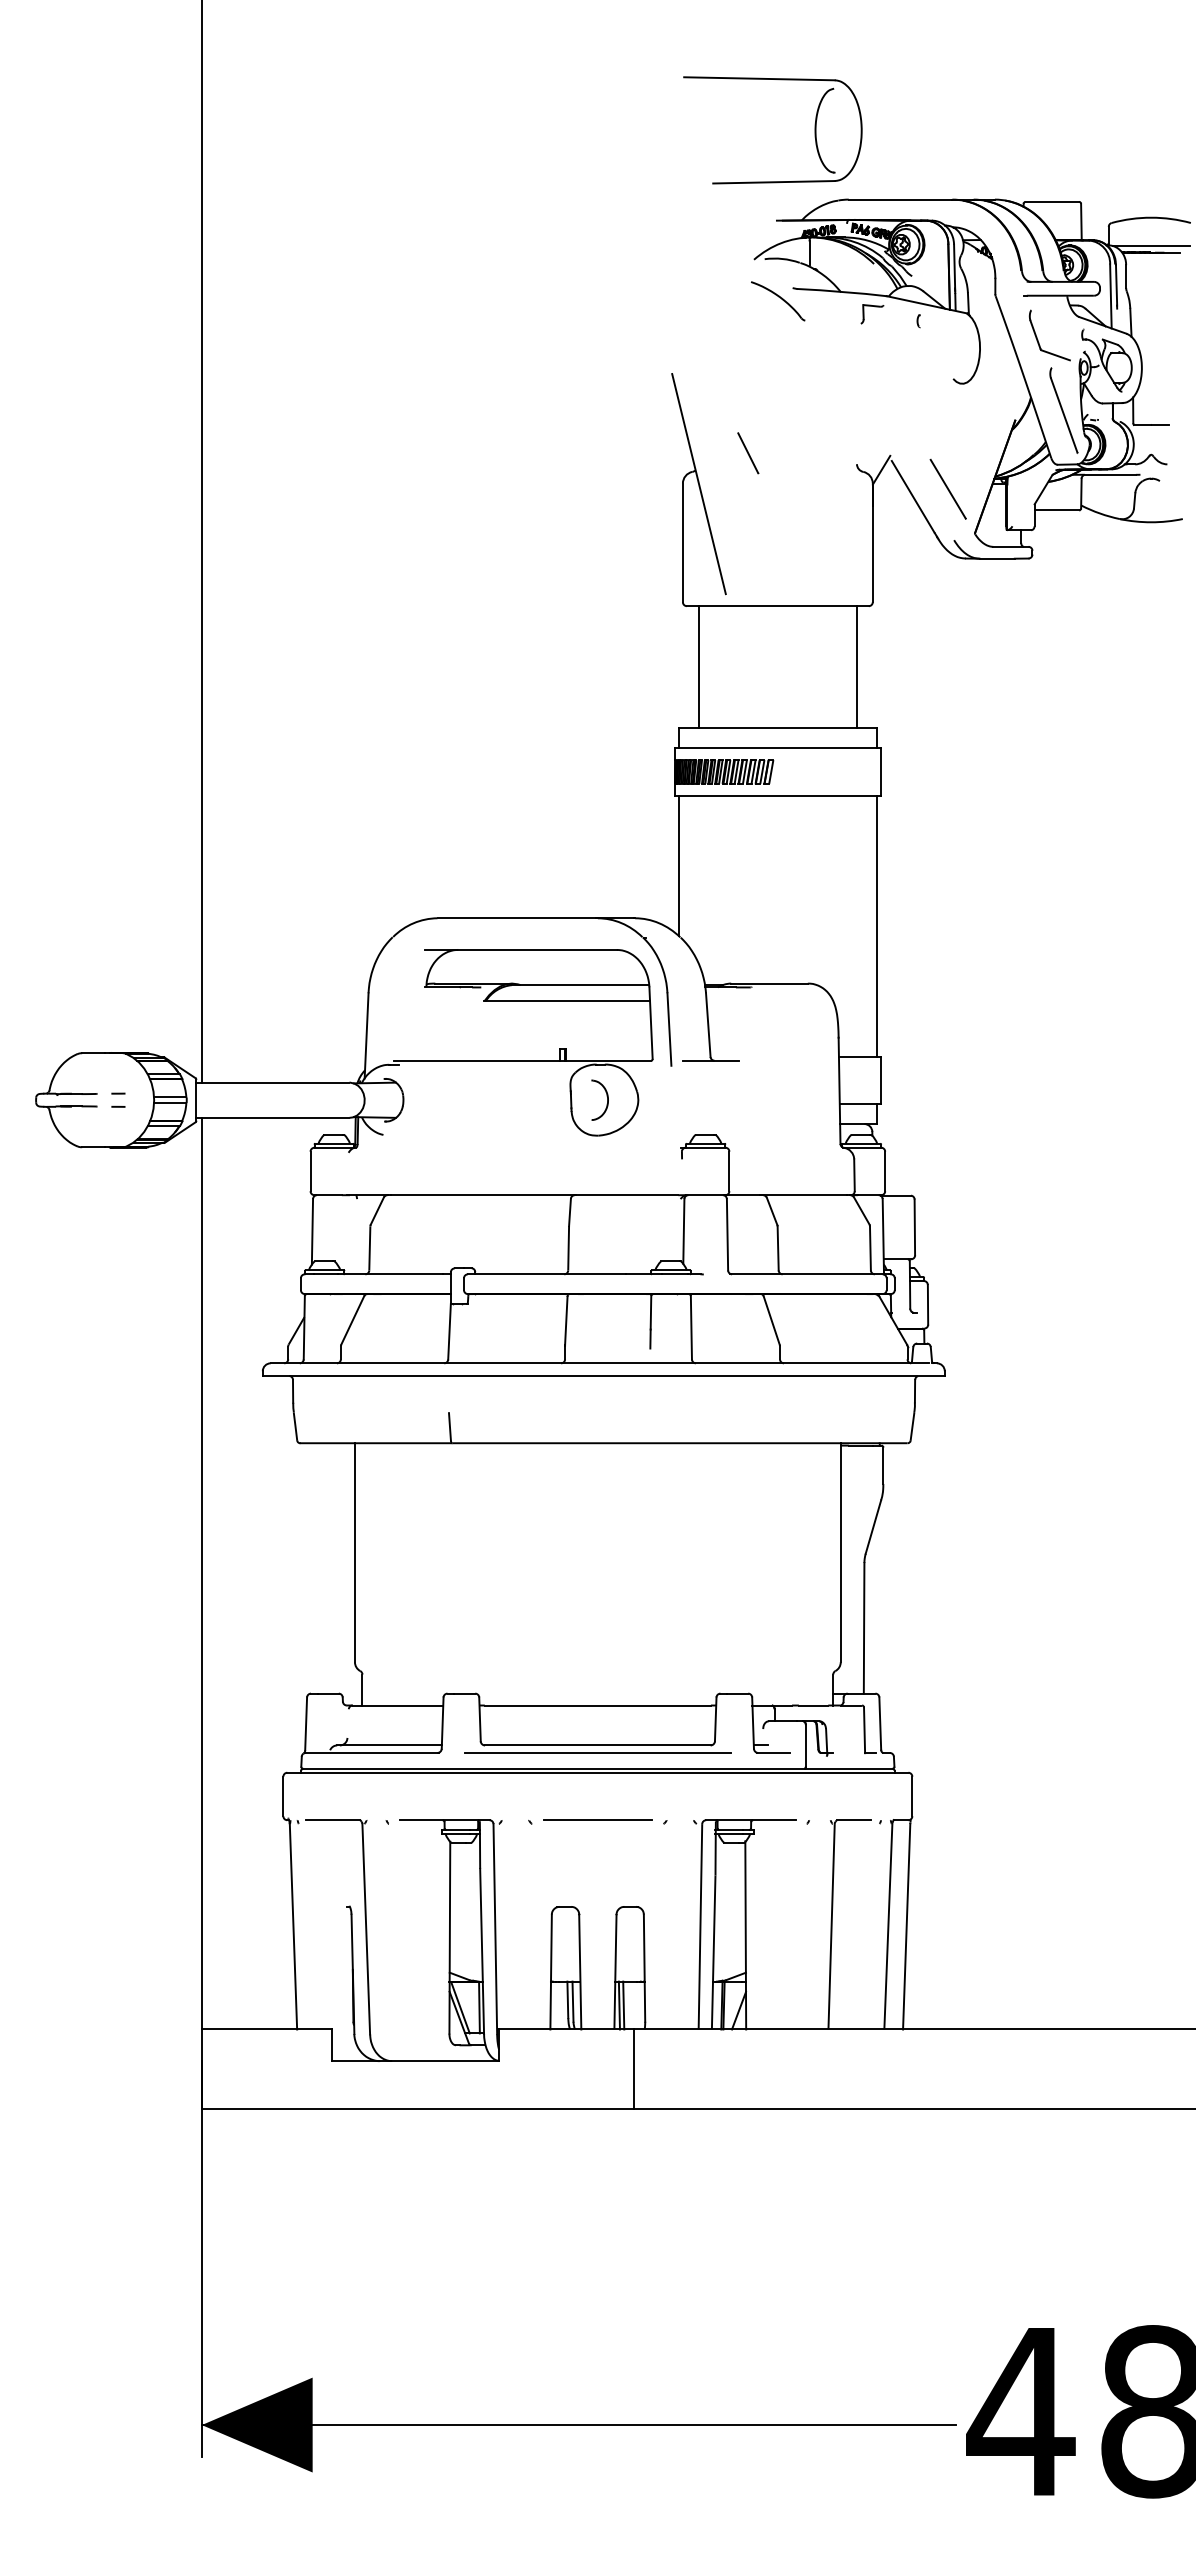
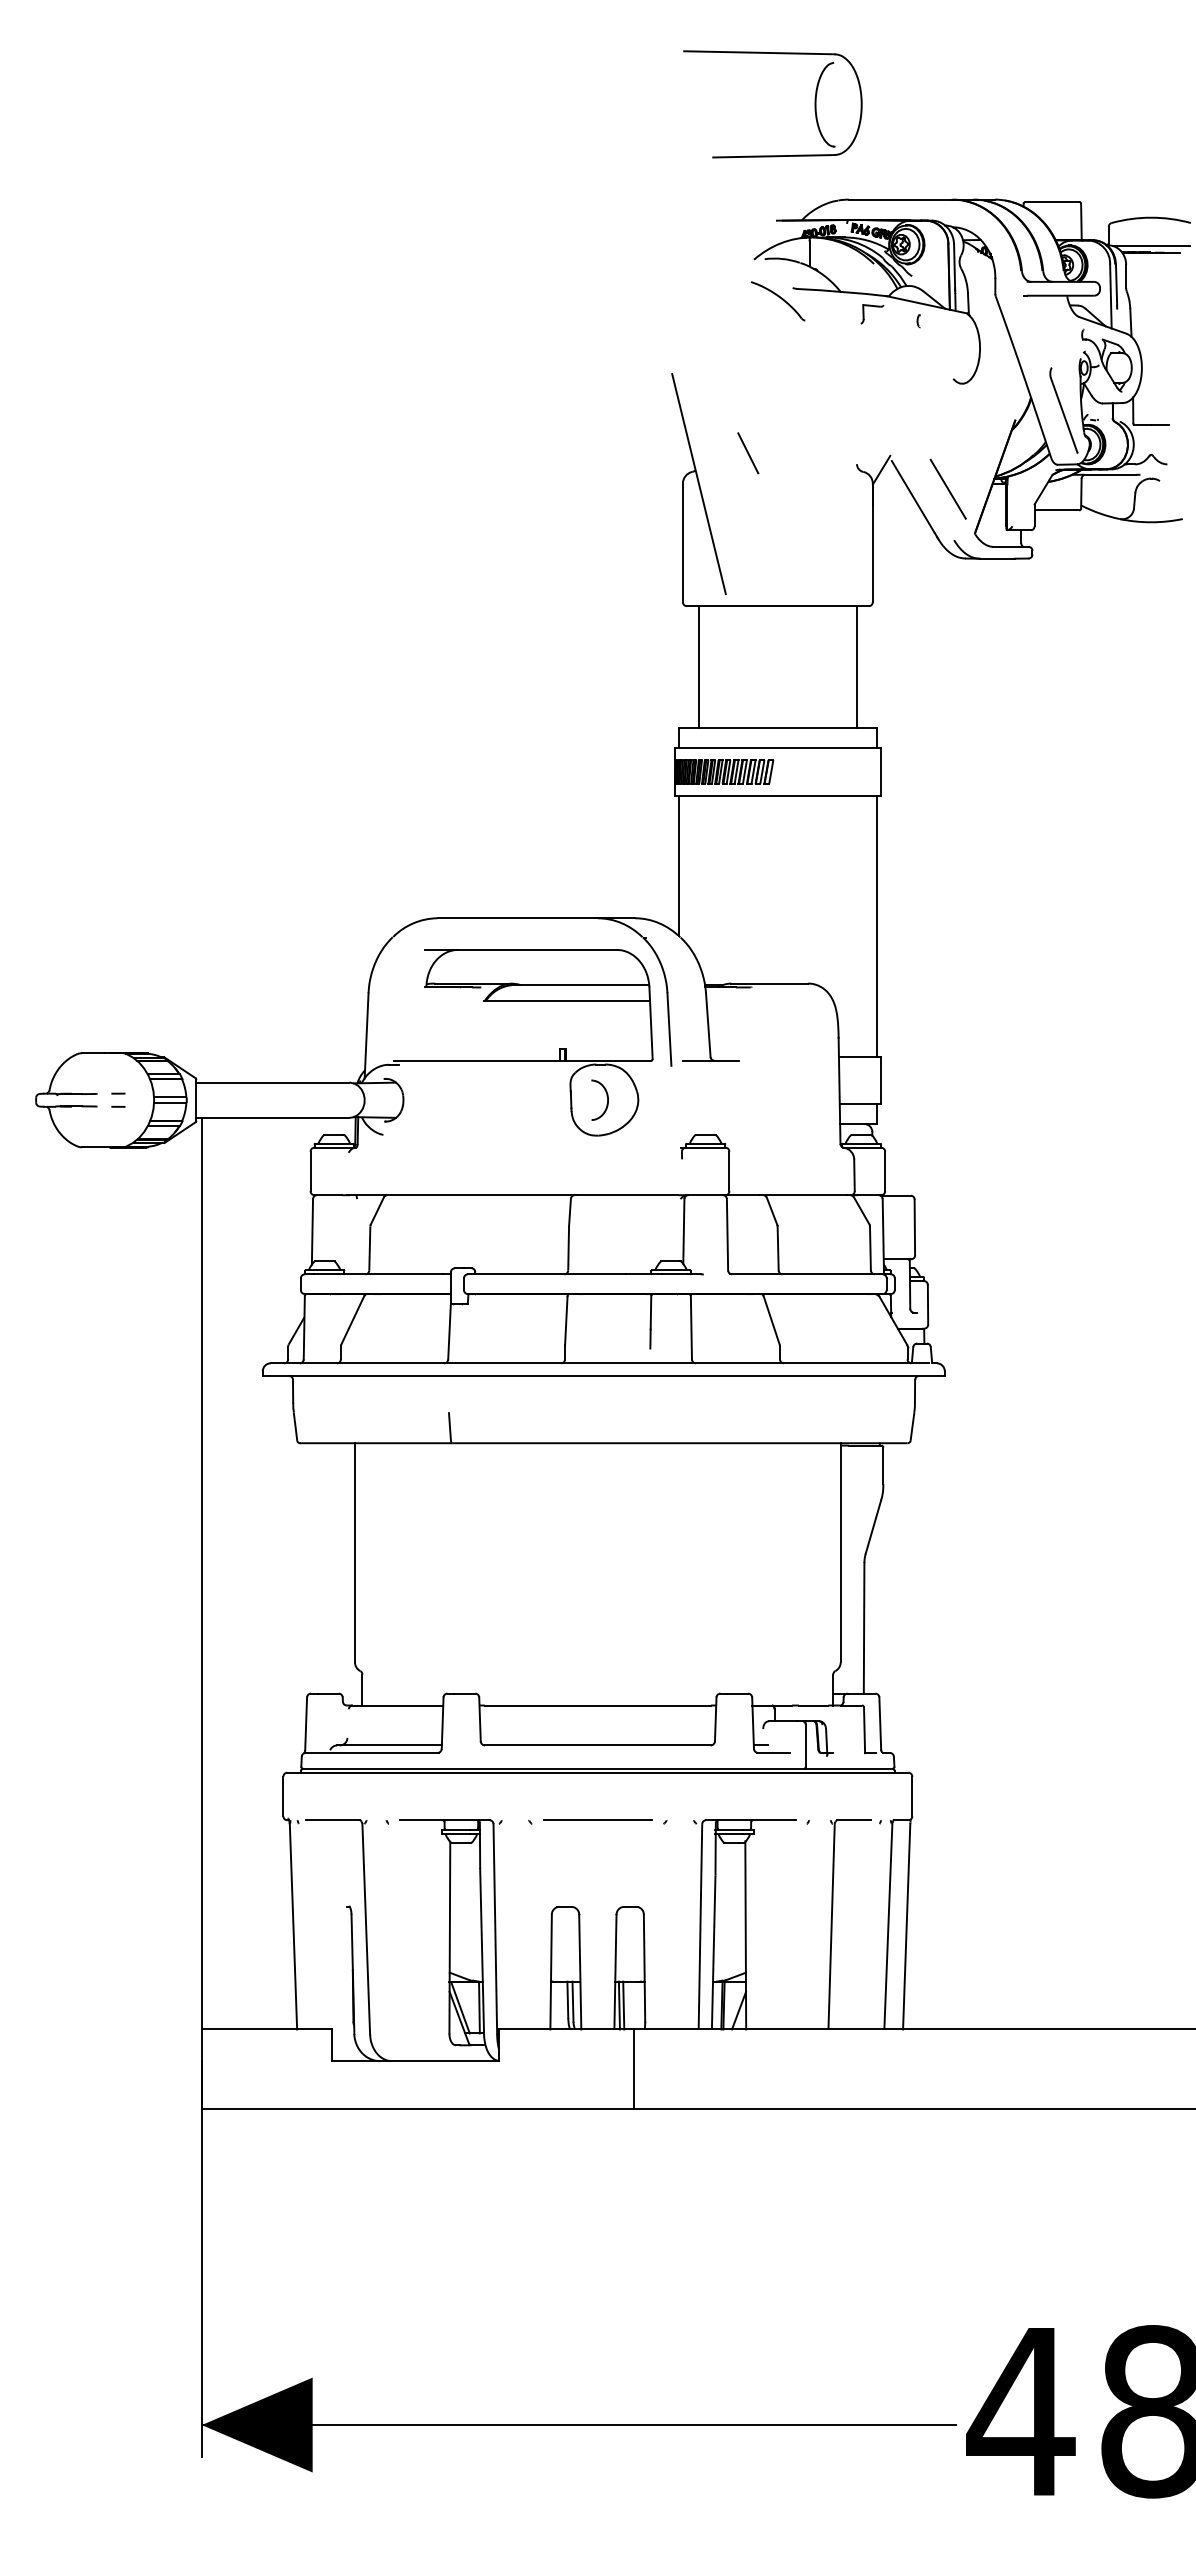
part at (814, 130) position: (814, 130) -> (814, 104)
part at (1038, 339): present -> none
line at (201, 542): present -> none
line at (597, 1752): present -> none
